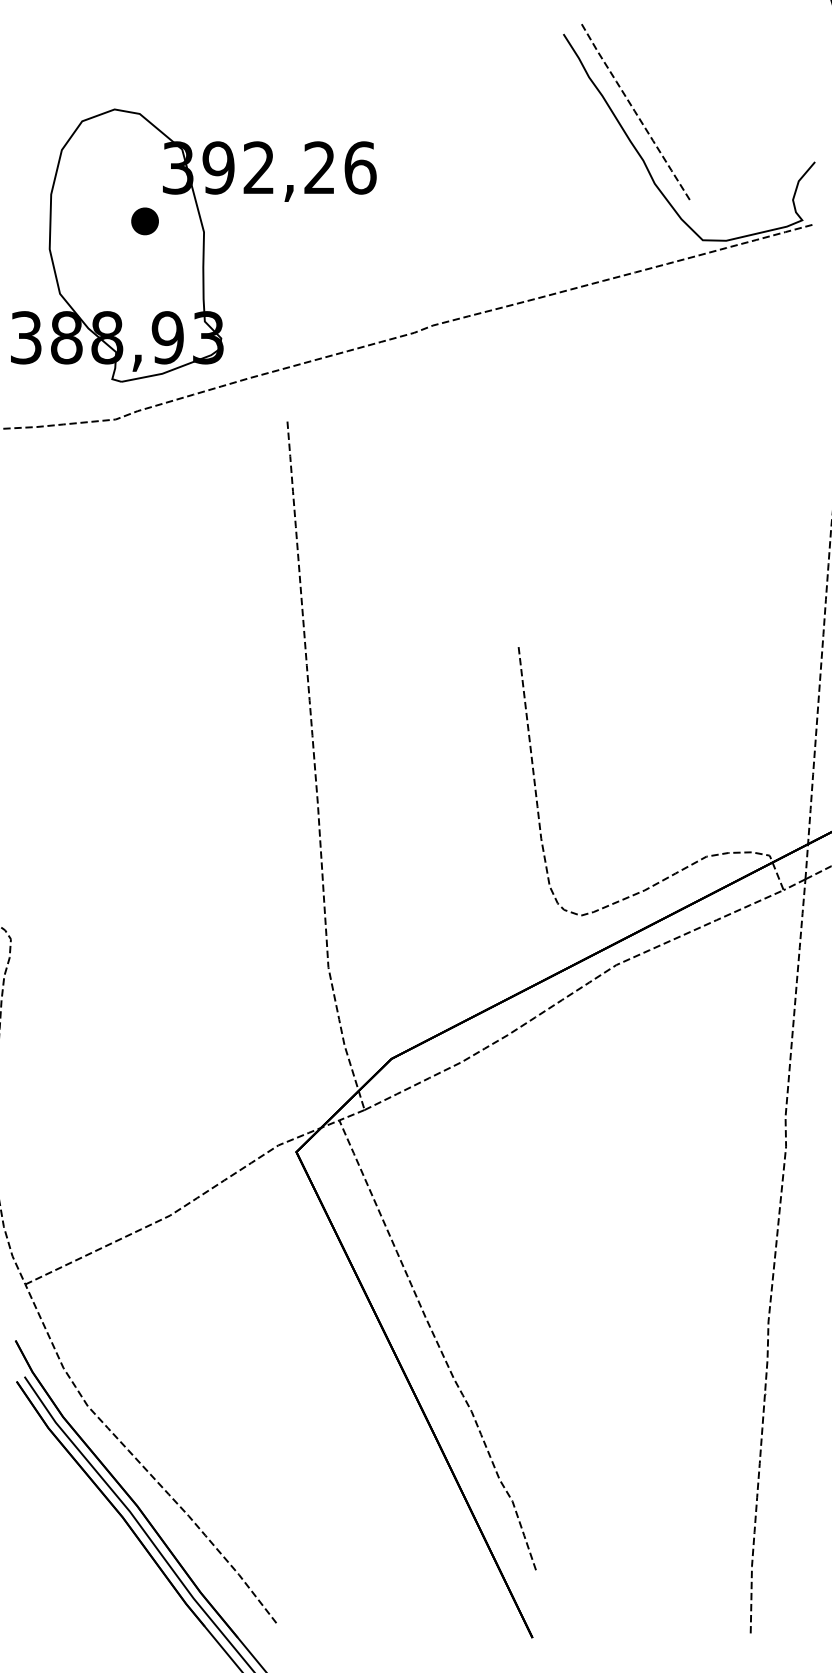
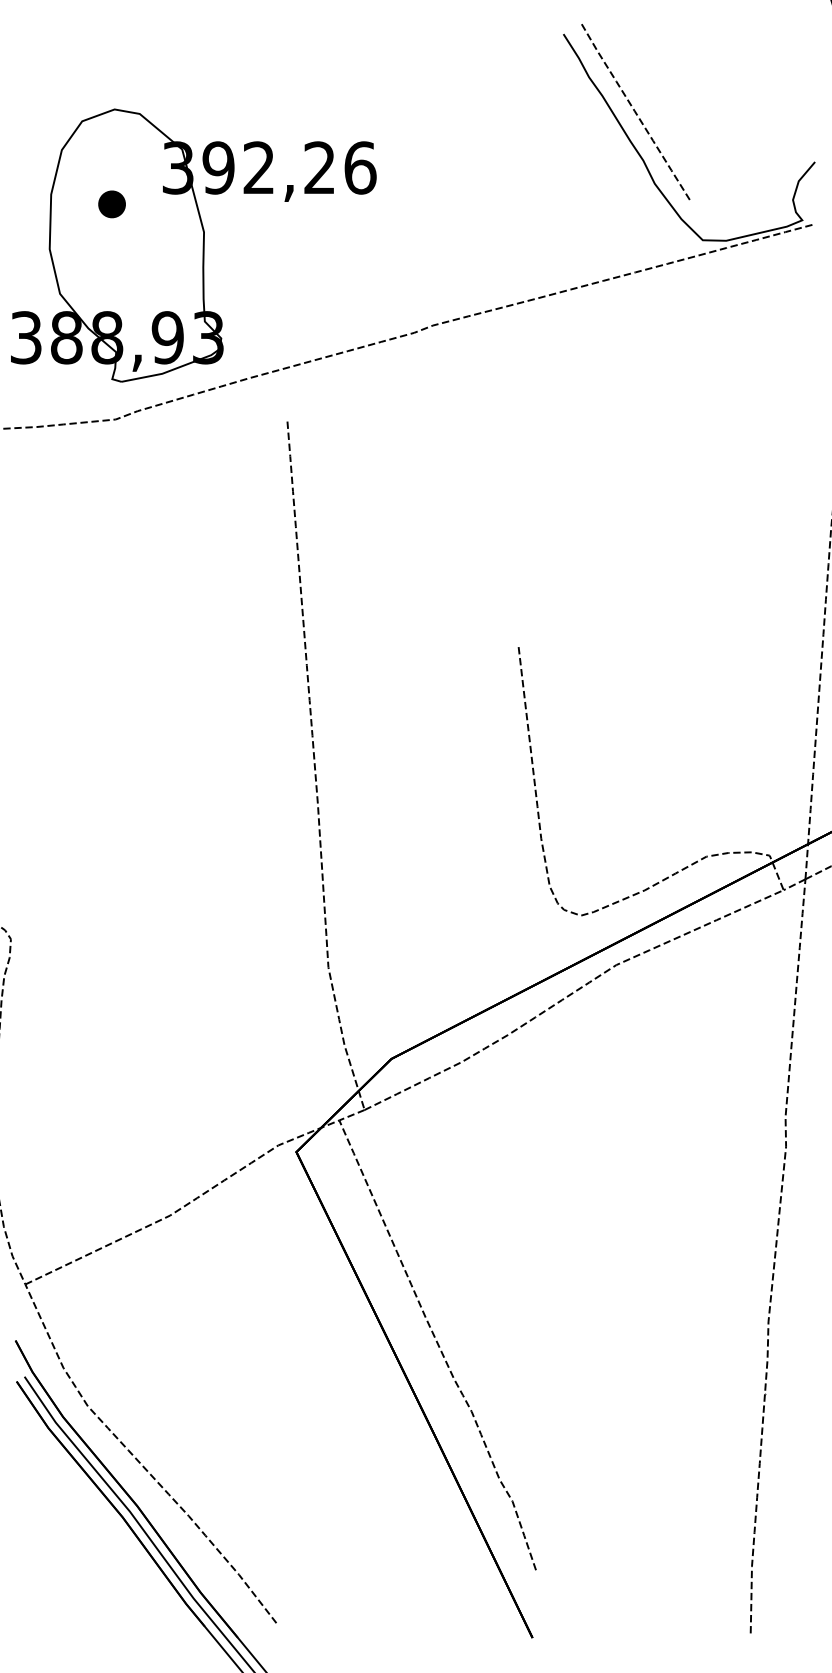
part at (144, 221) position: (144, 221) -> (111, 204)
